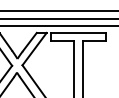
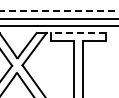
line at (59, 11): solid -> dashed
line at (78, 32): solid -> dashed
